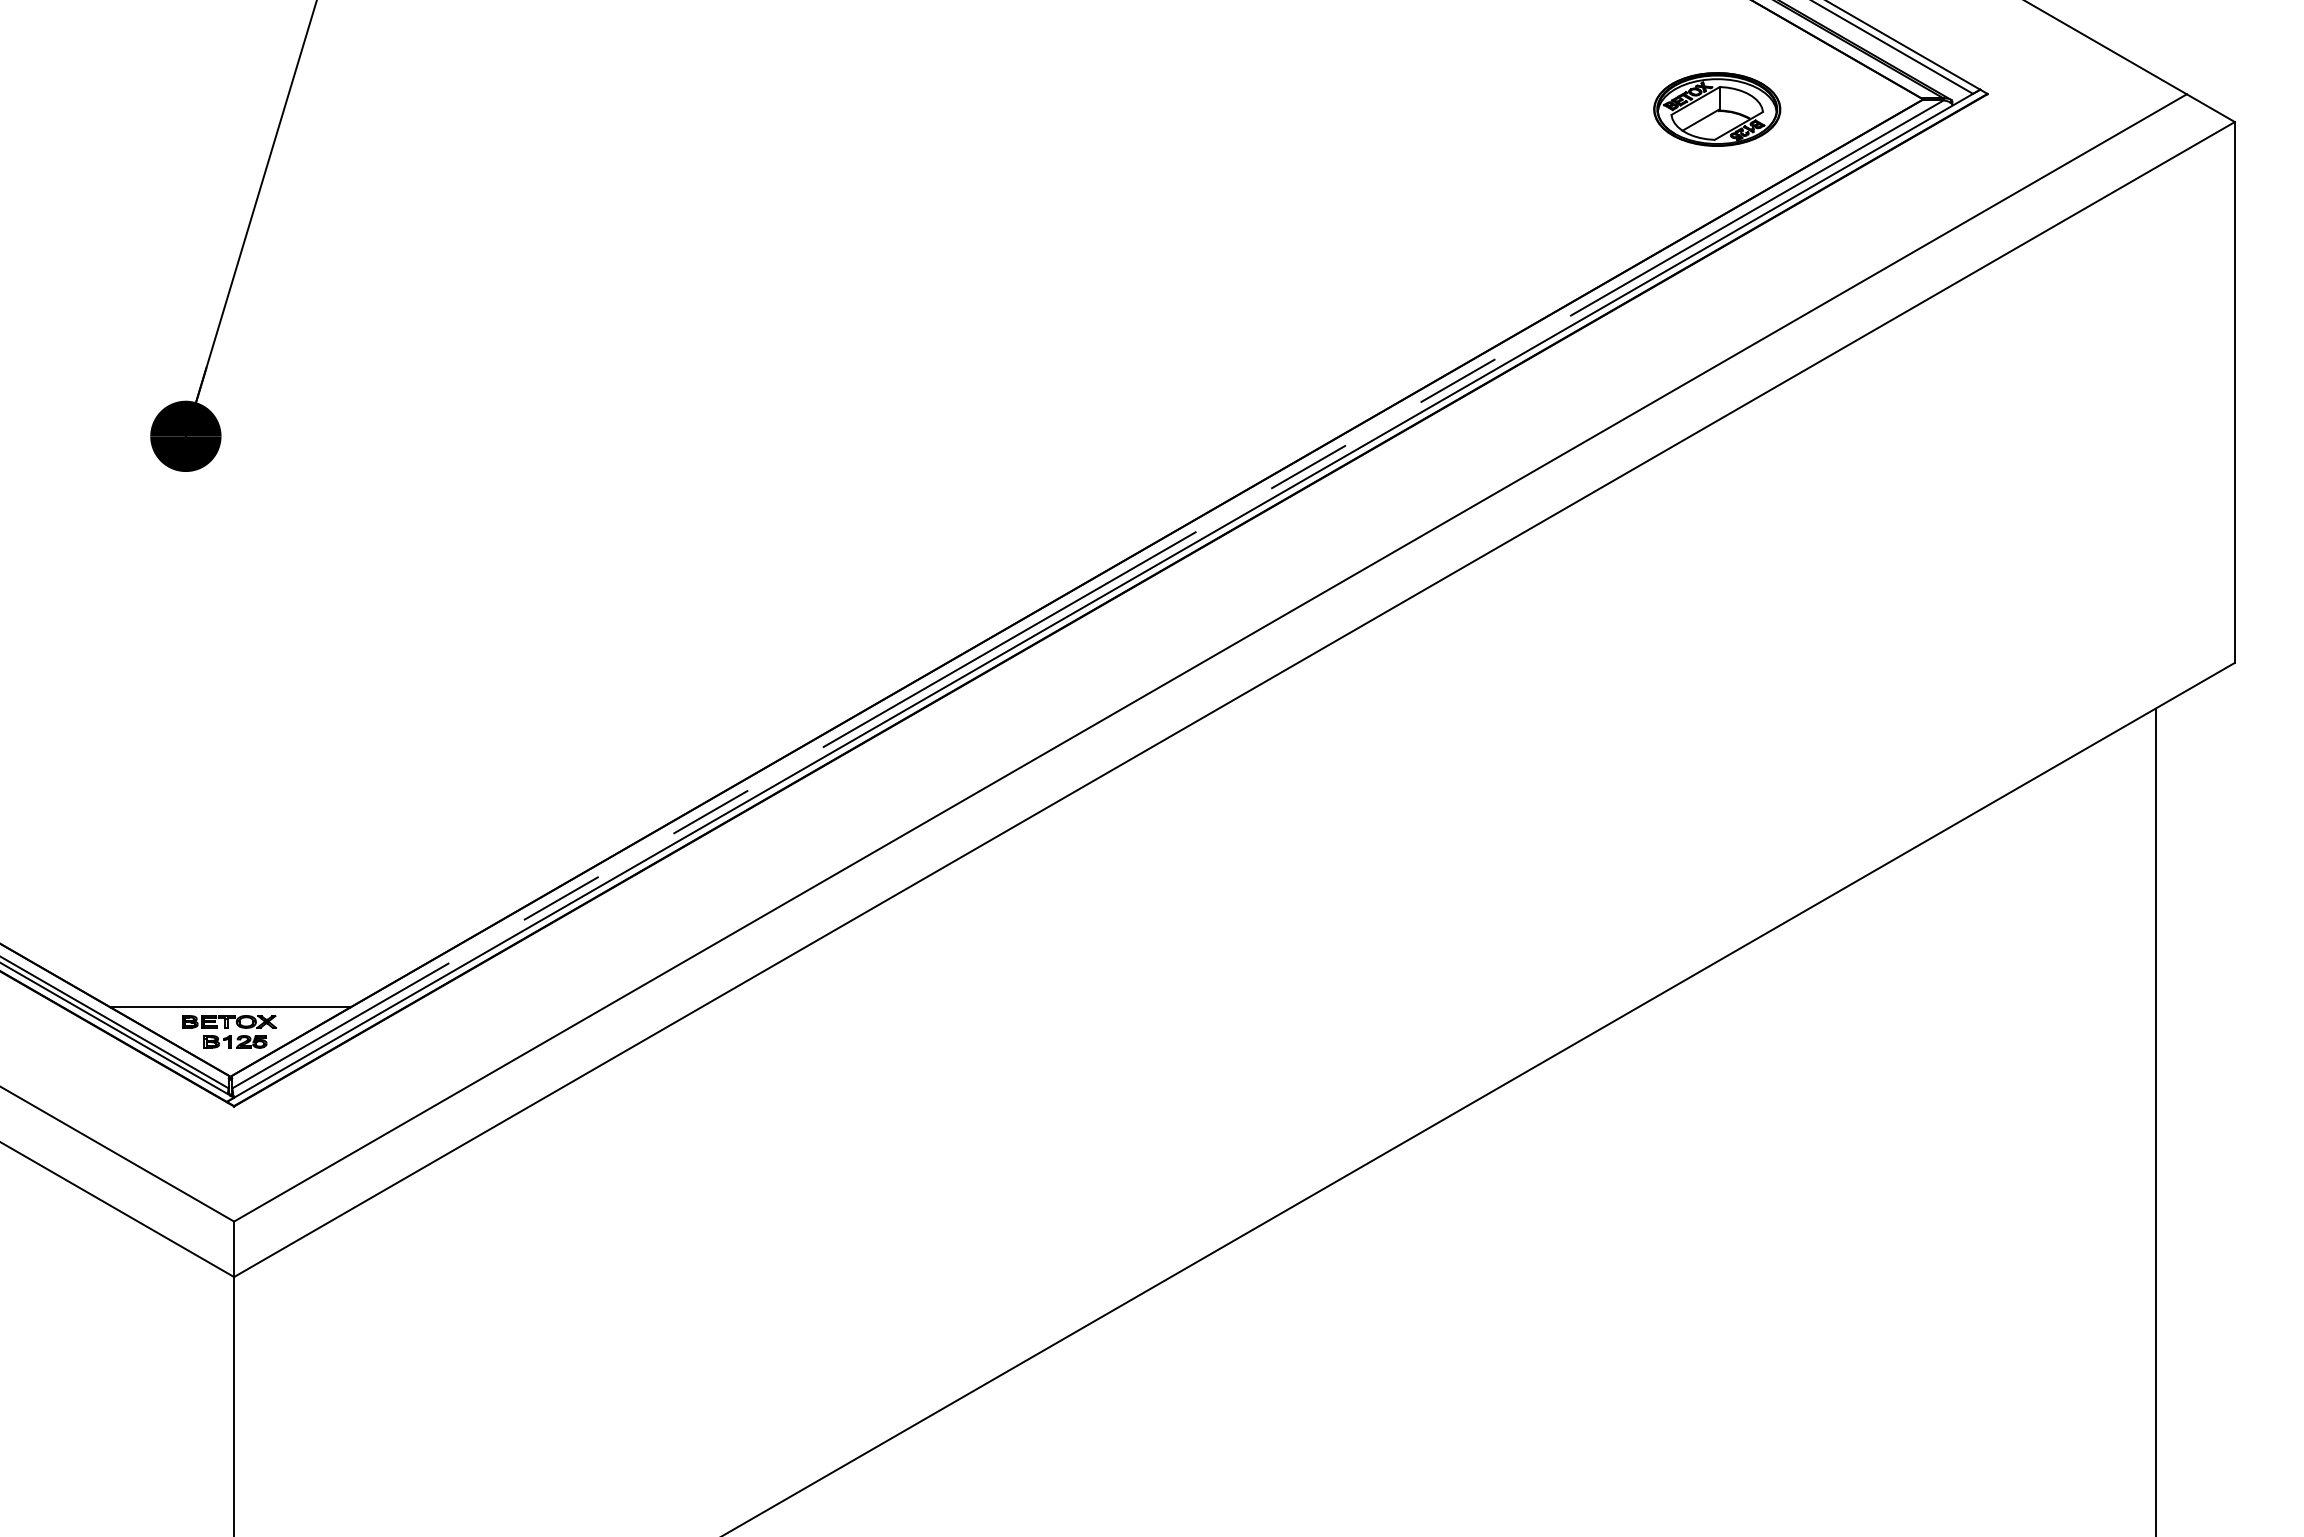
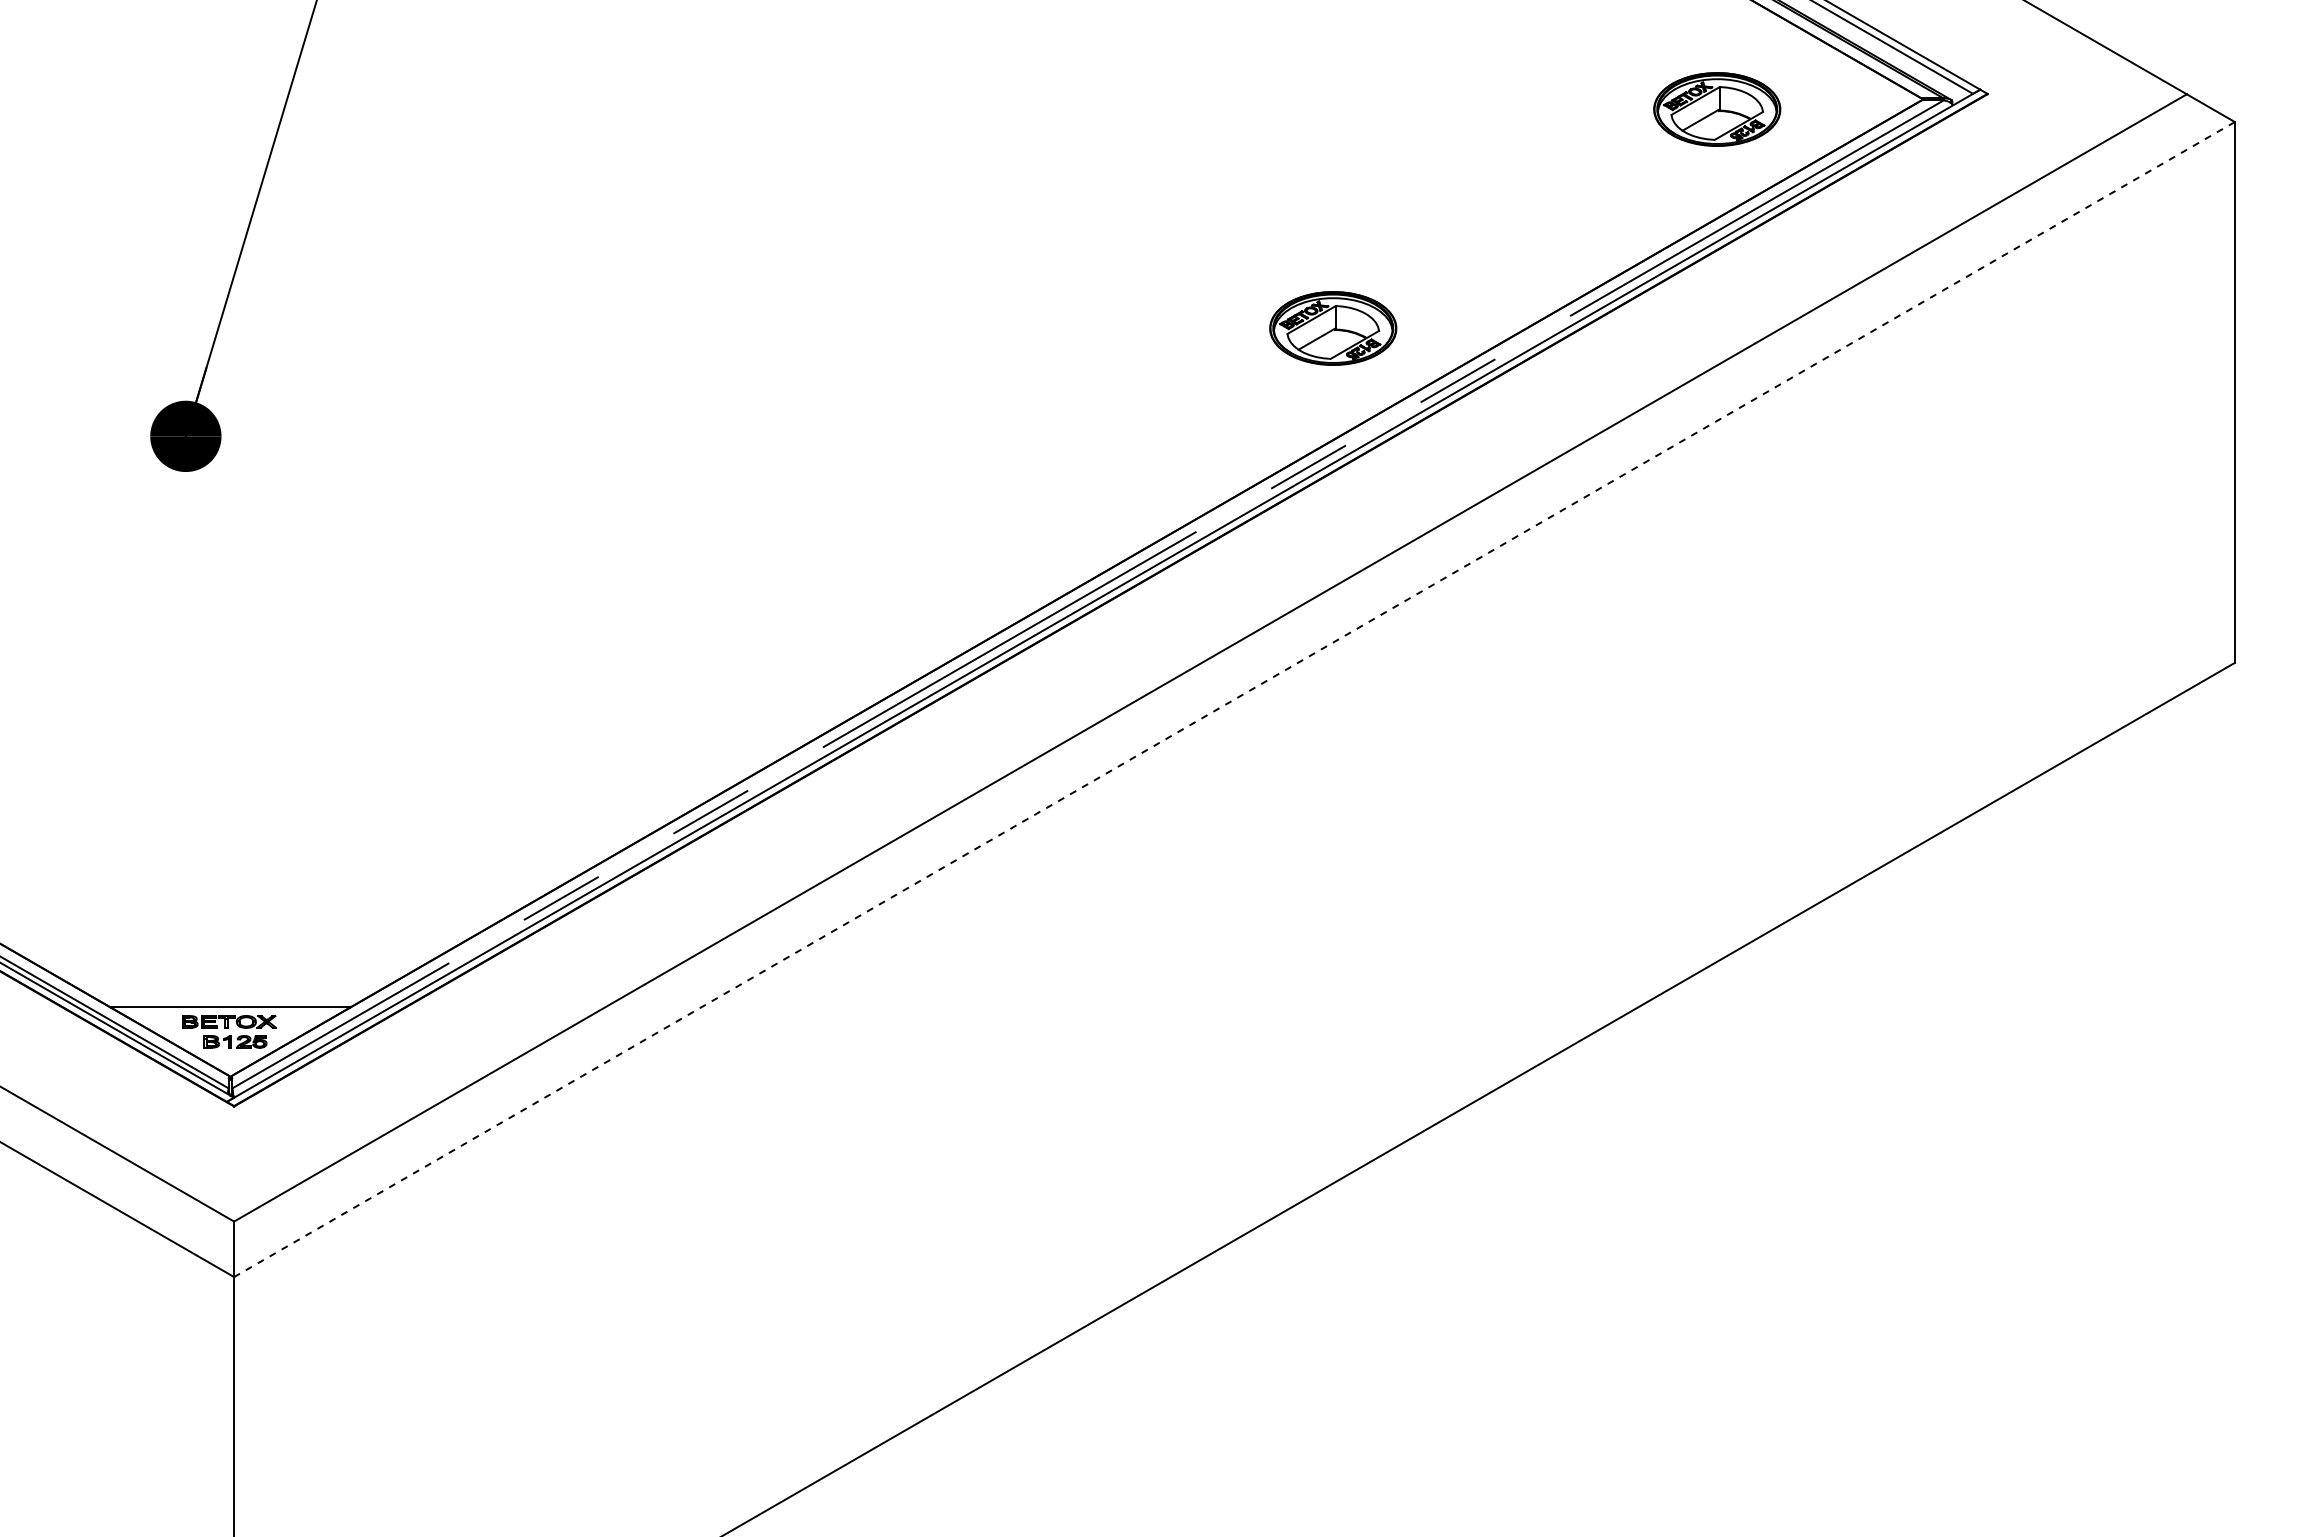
part at (1333, 328): none -> present
line at (1234, 699): solid -> dashed
line at (2155, 1120): present -> none
